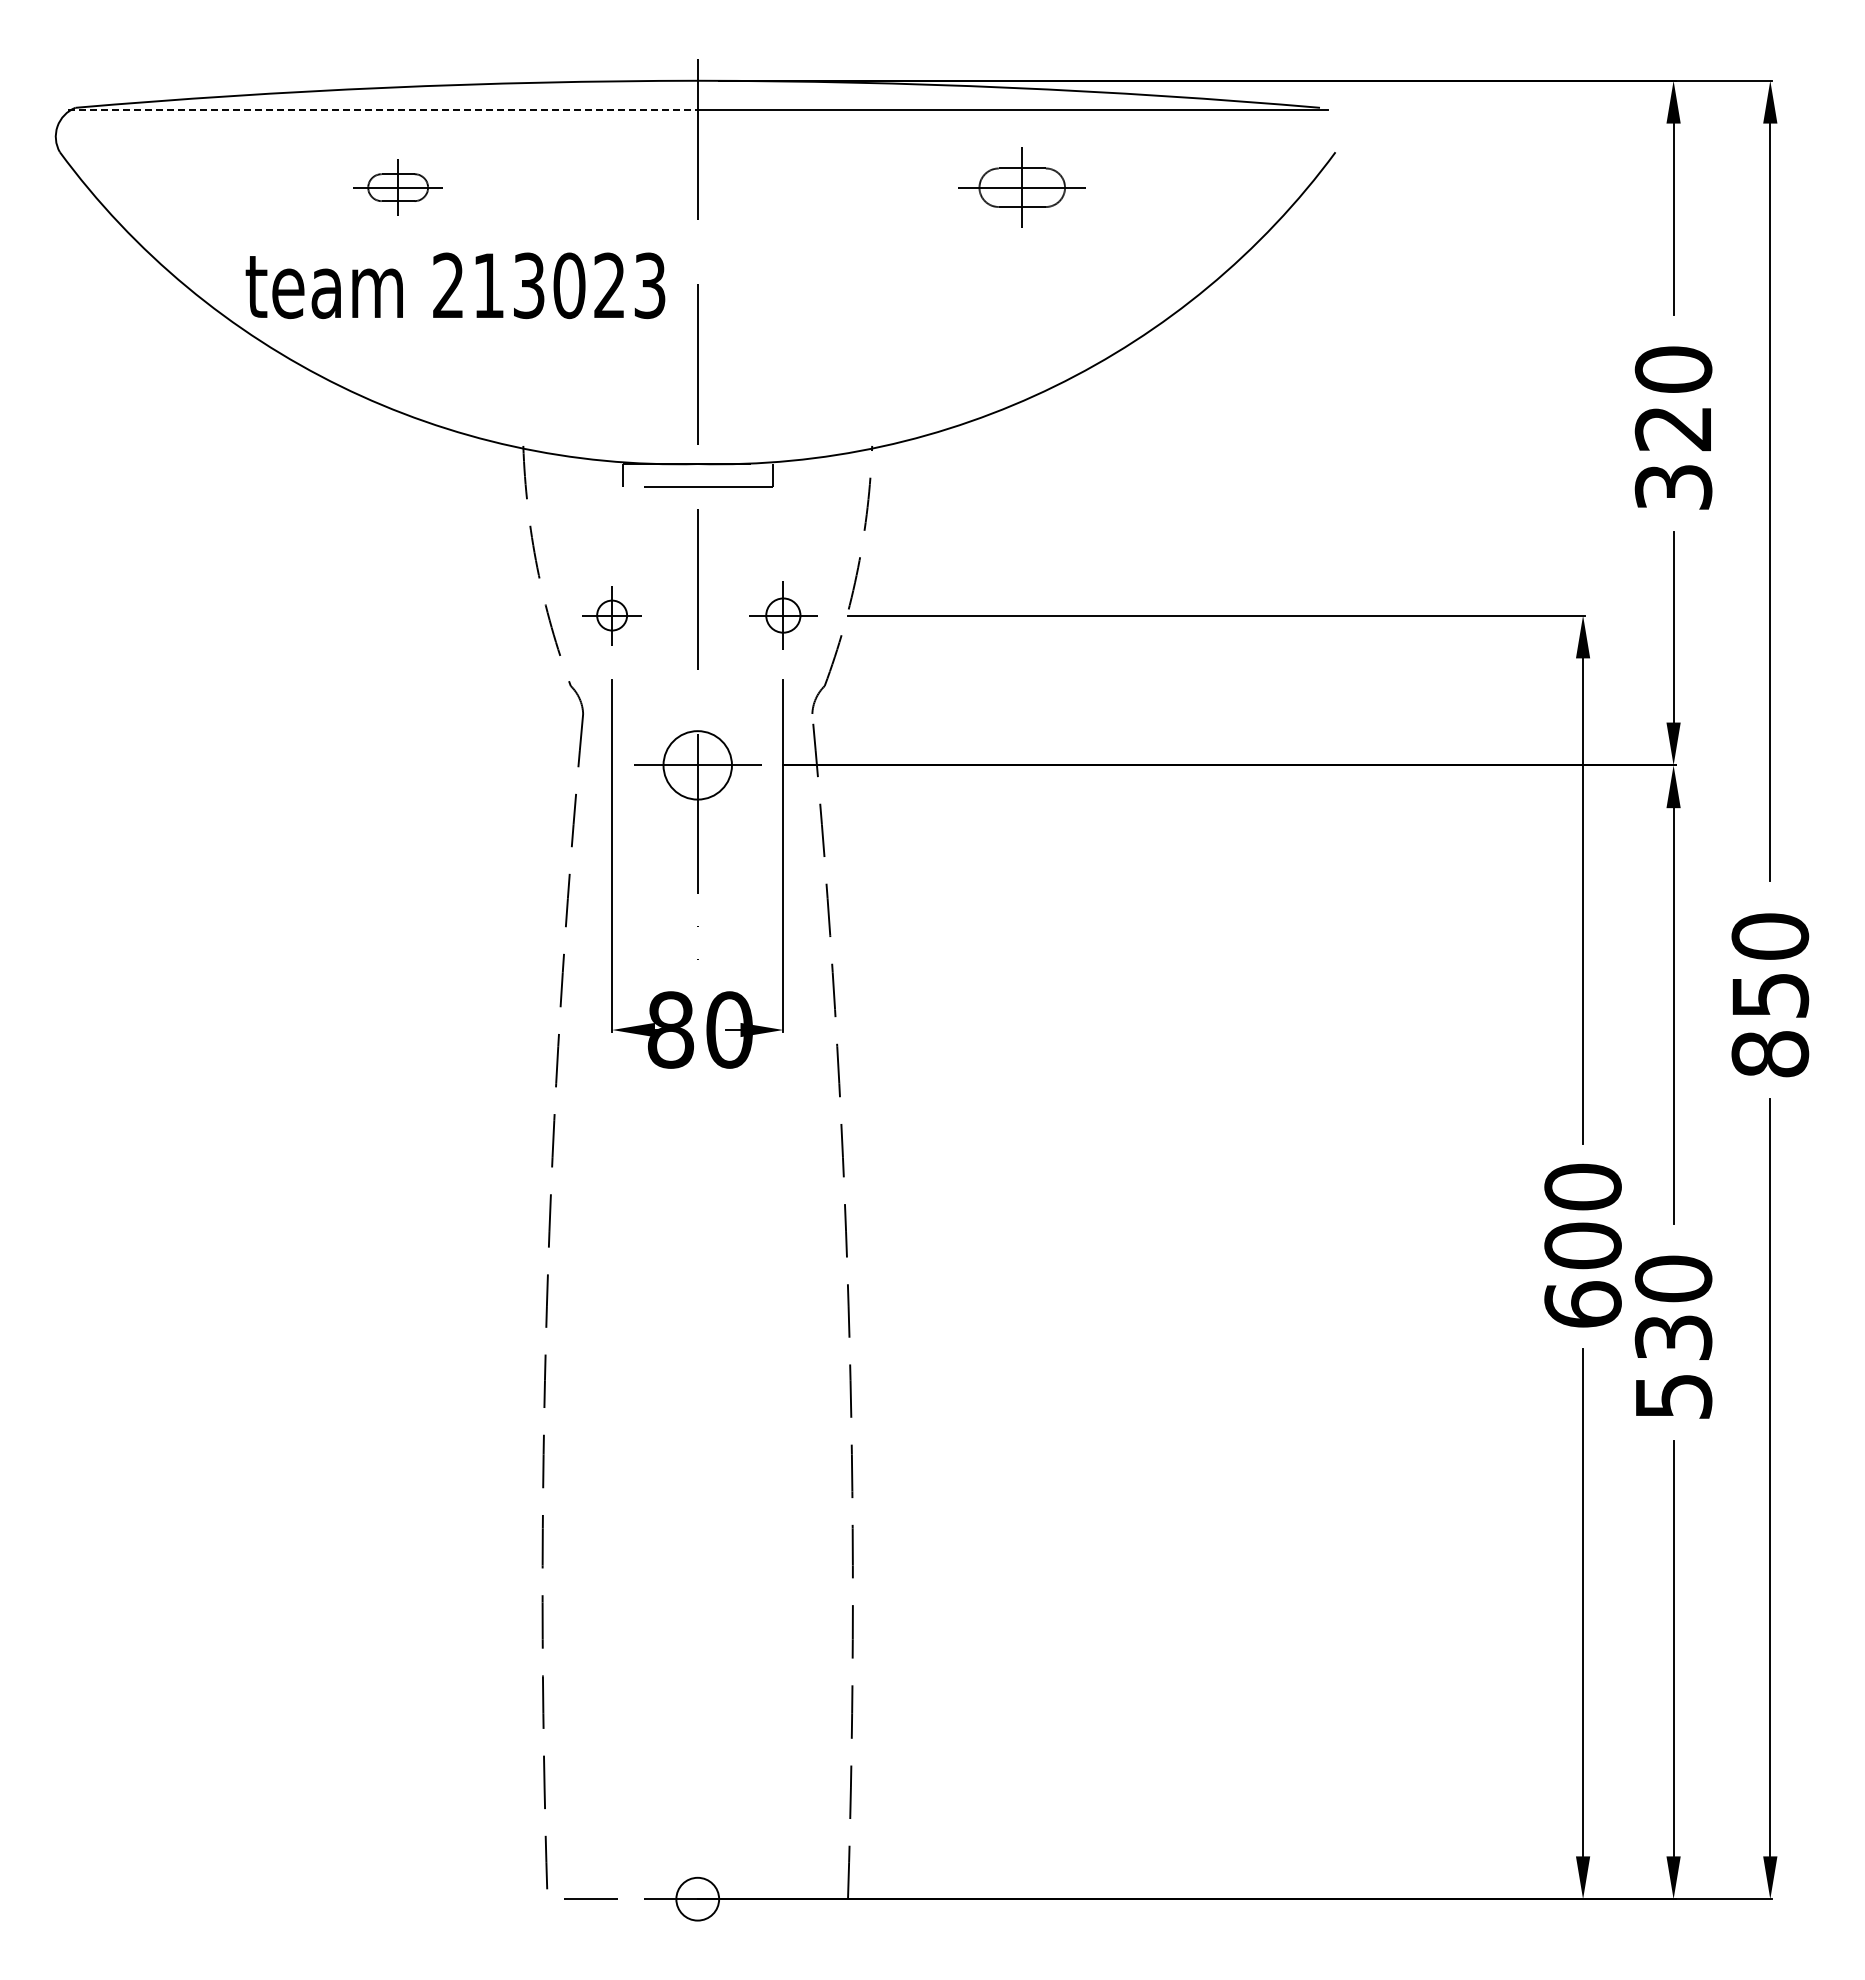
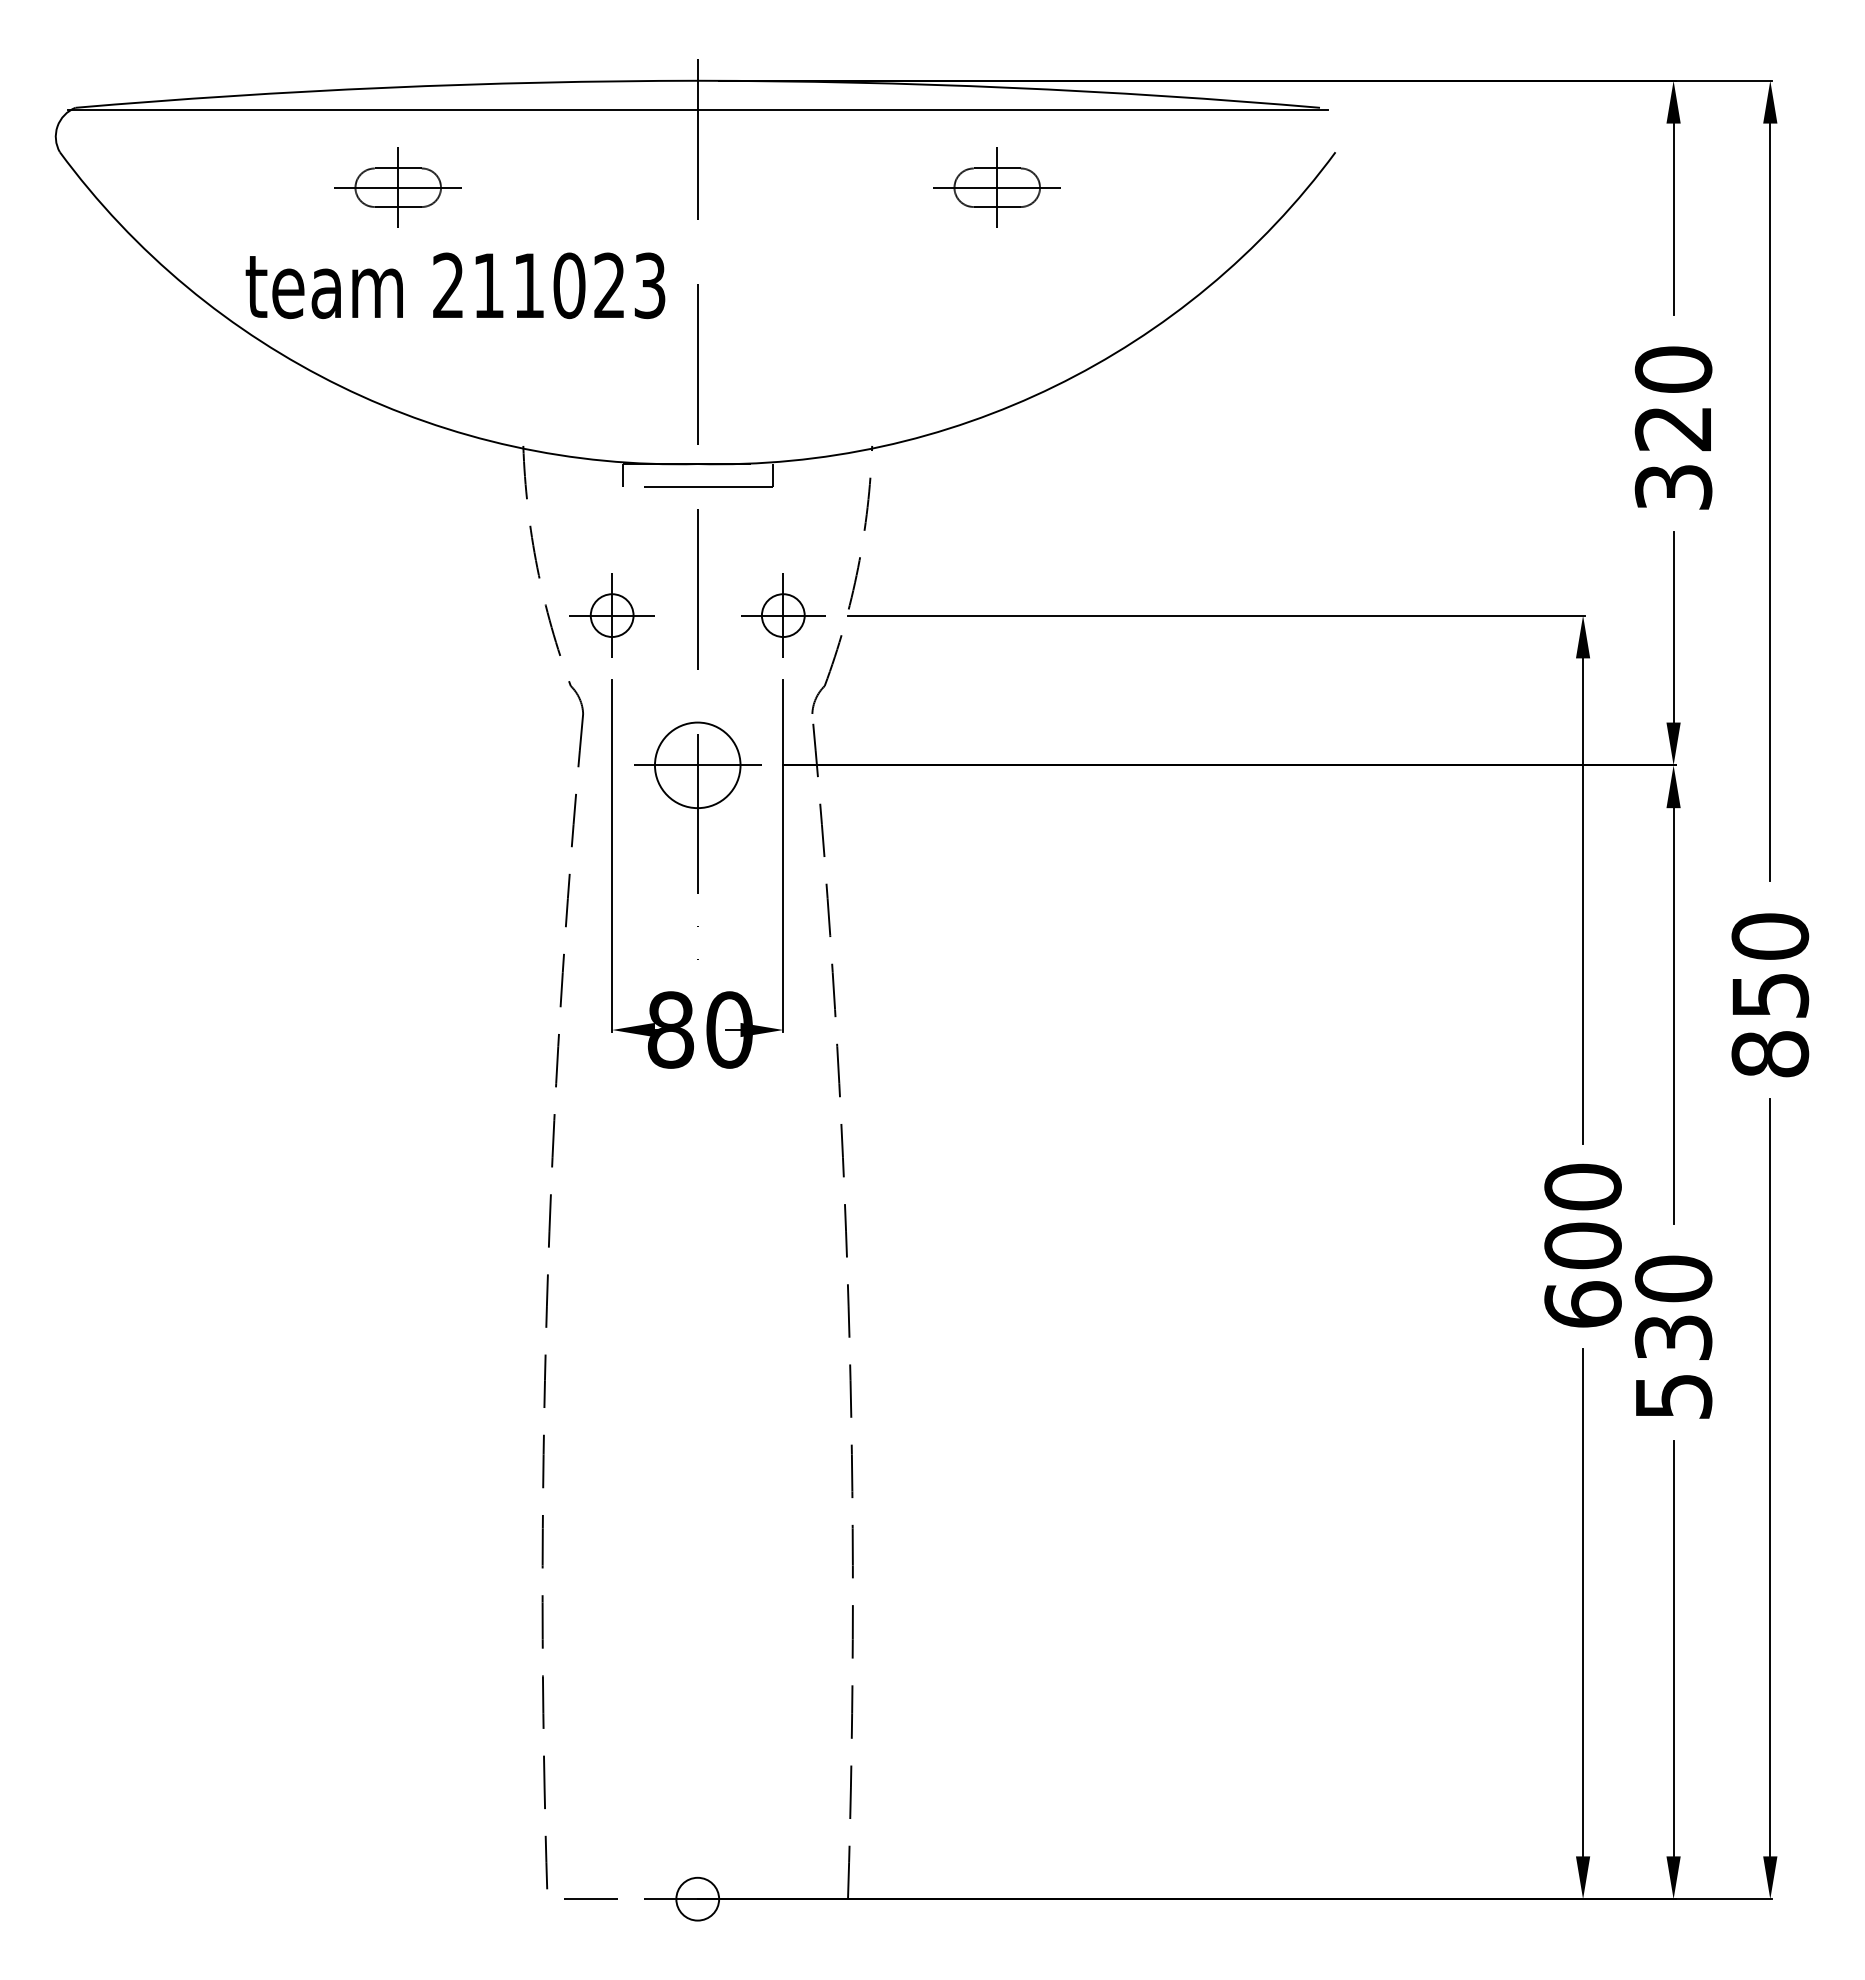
line at (382, 109): dashed -> solid
part at (397, 187) size: 90x57 px -> 128x81 px
part at (1021, 187) position: (1021, 187) -> (996, 187)
text at (529, 285): 213023 -> 211023
part at (611, 615) size: 60x60 px -> 86x85 px
part at (783, 615) size: 69x69 px -> 85x85 px
circle at (697, 765) diameter: 68 px -> 86 px
